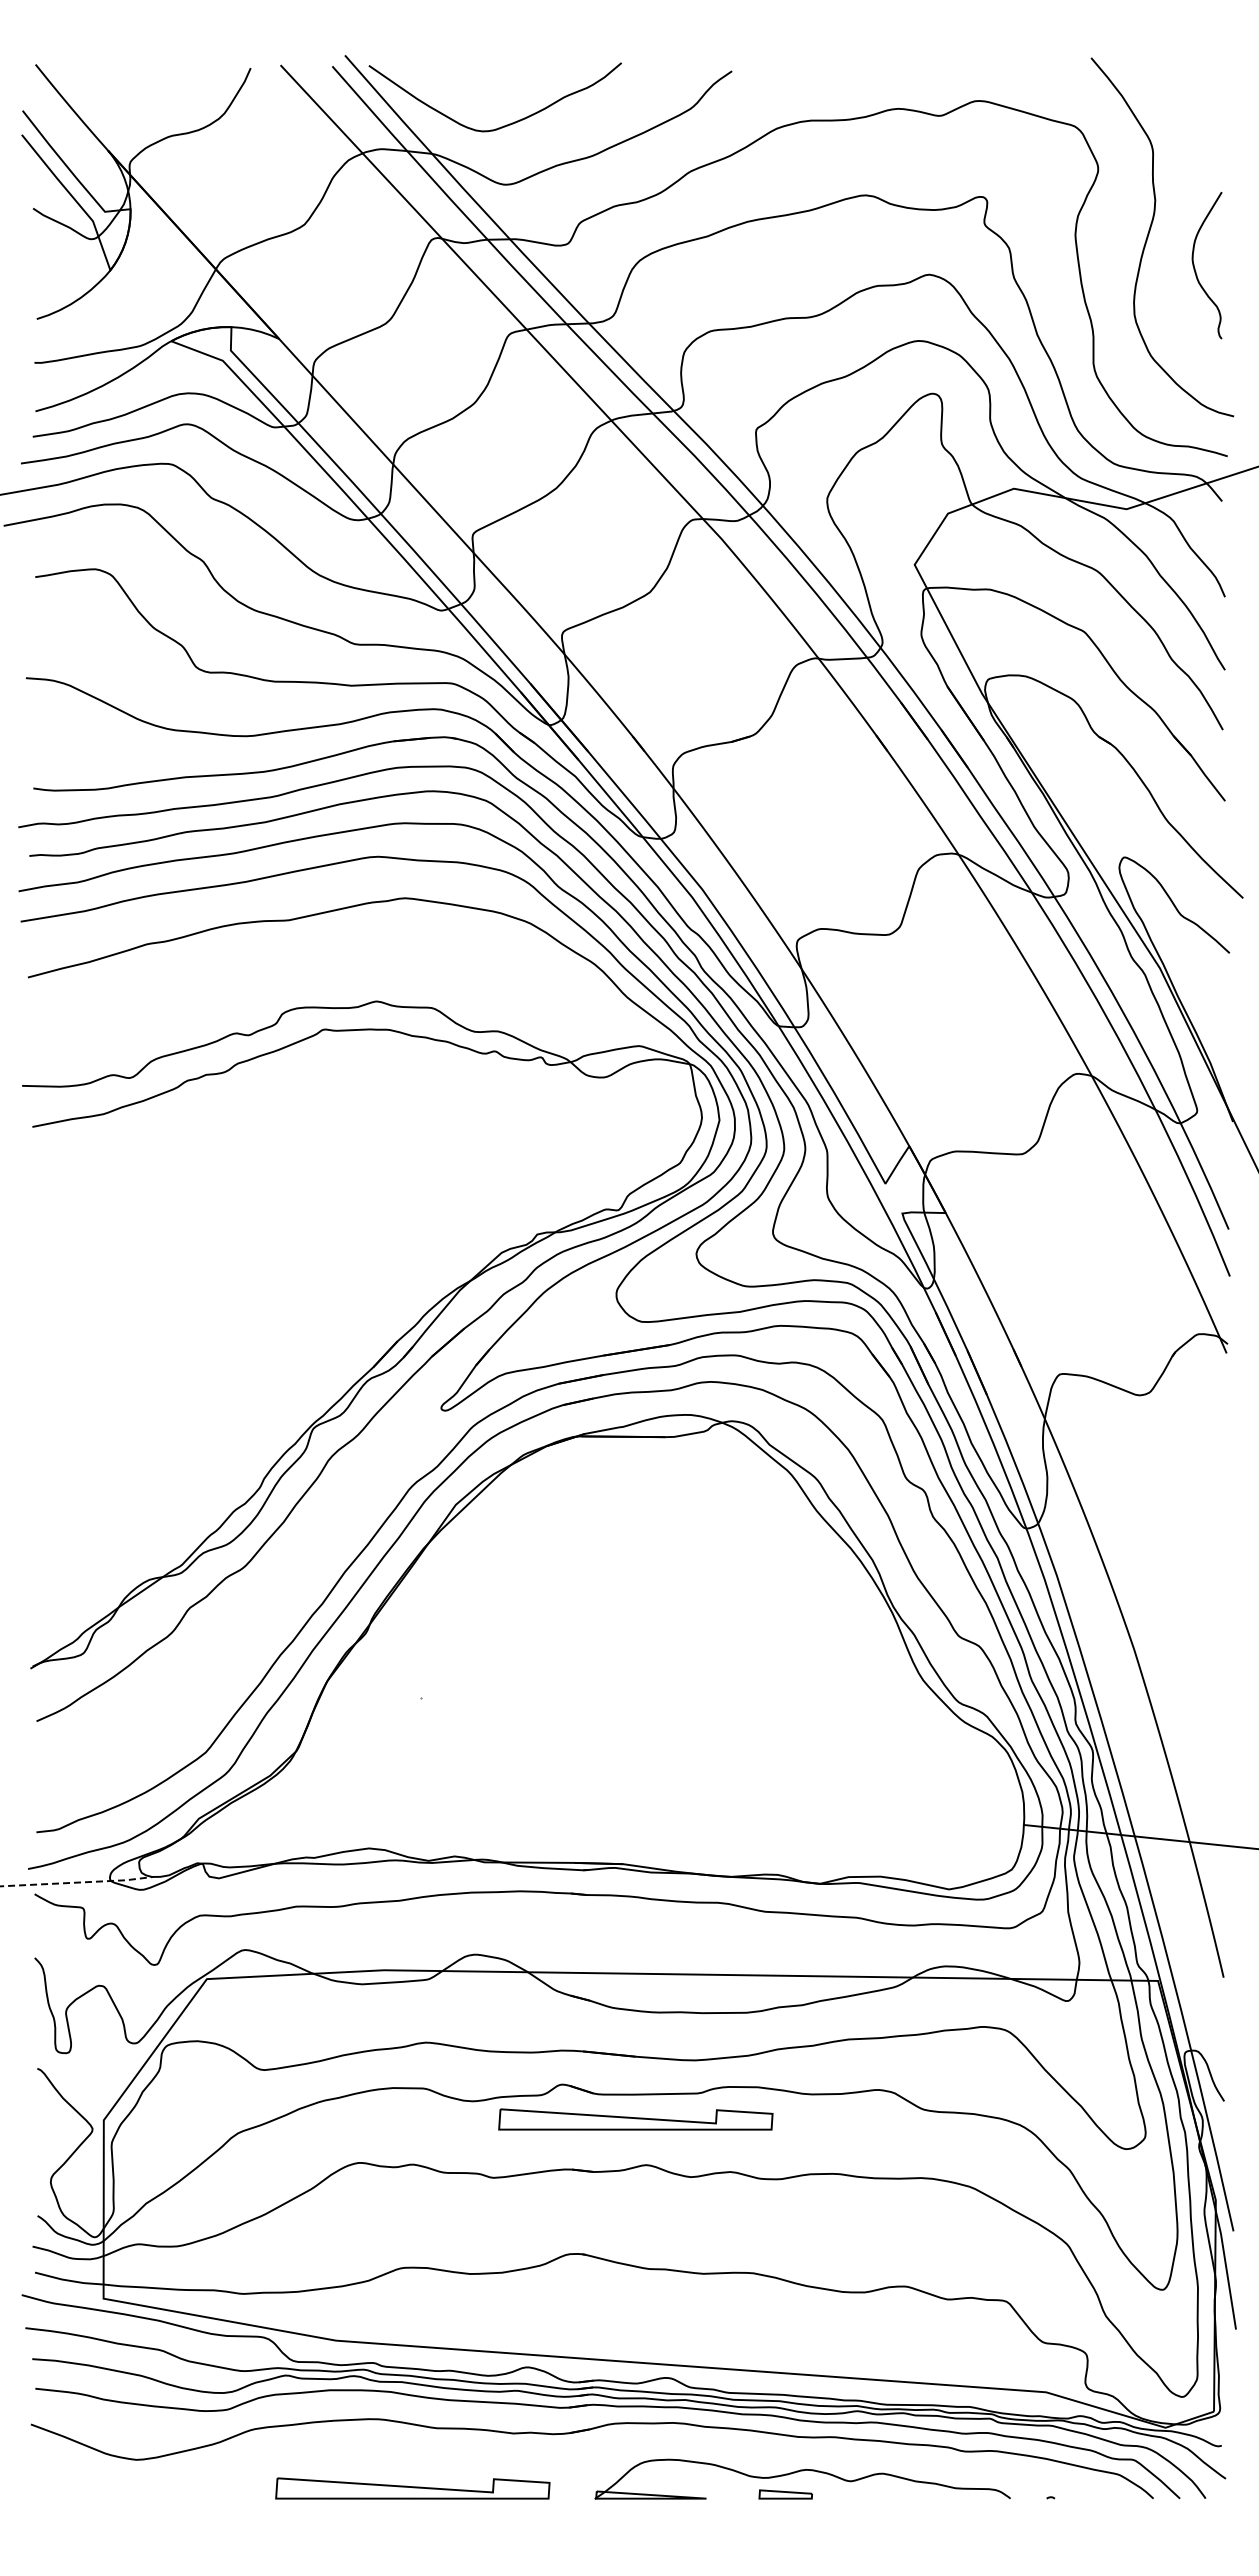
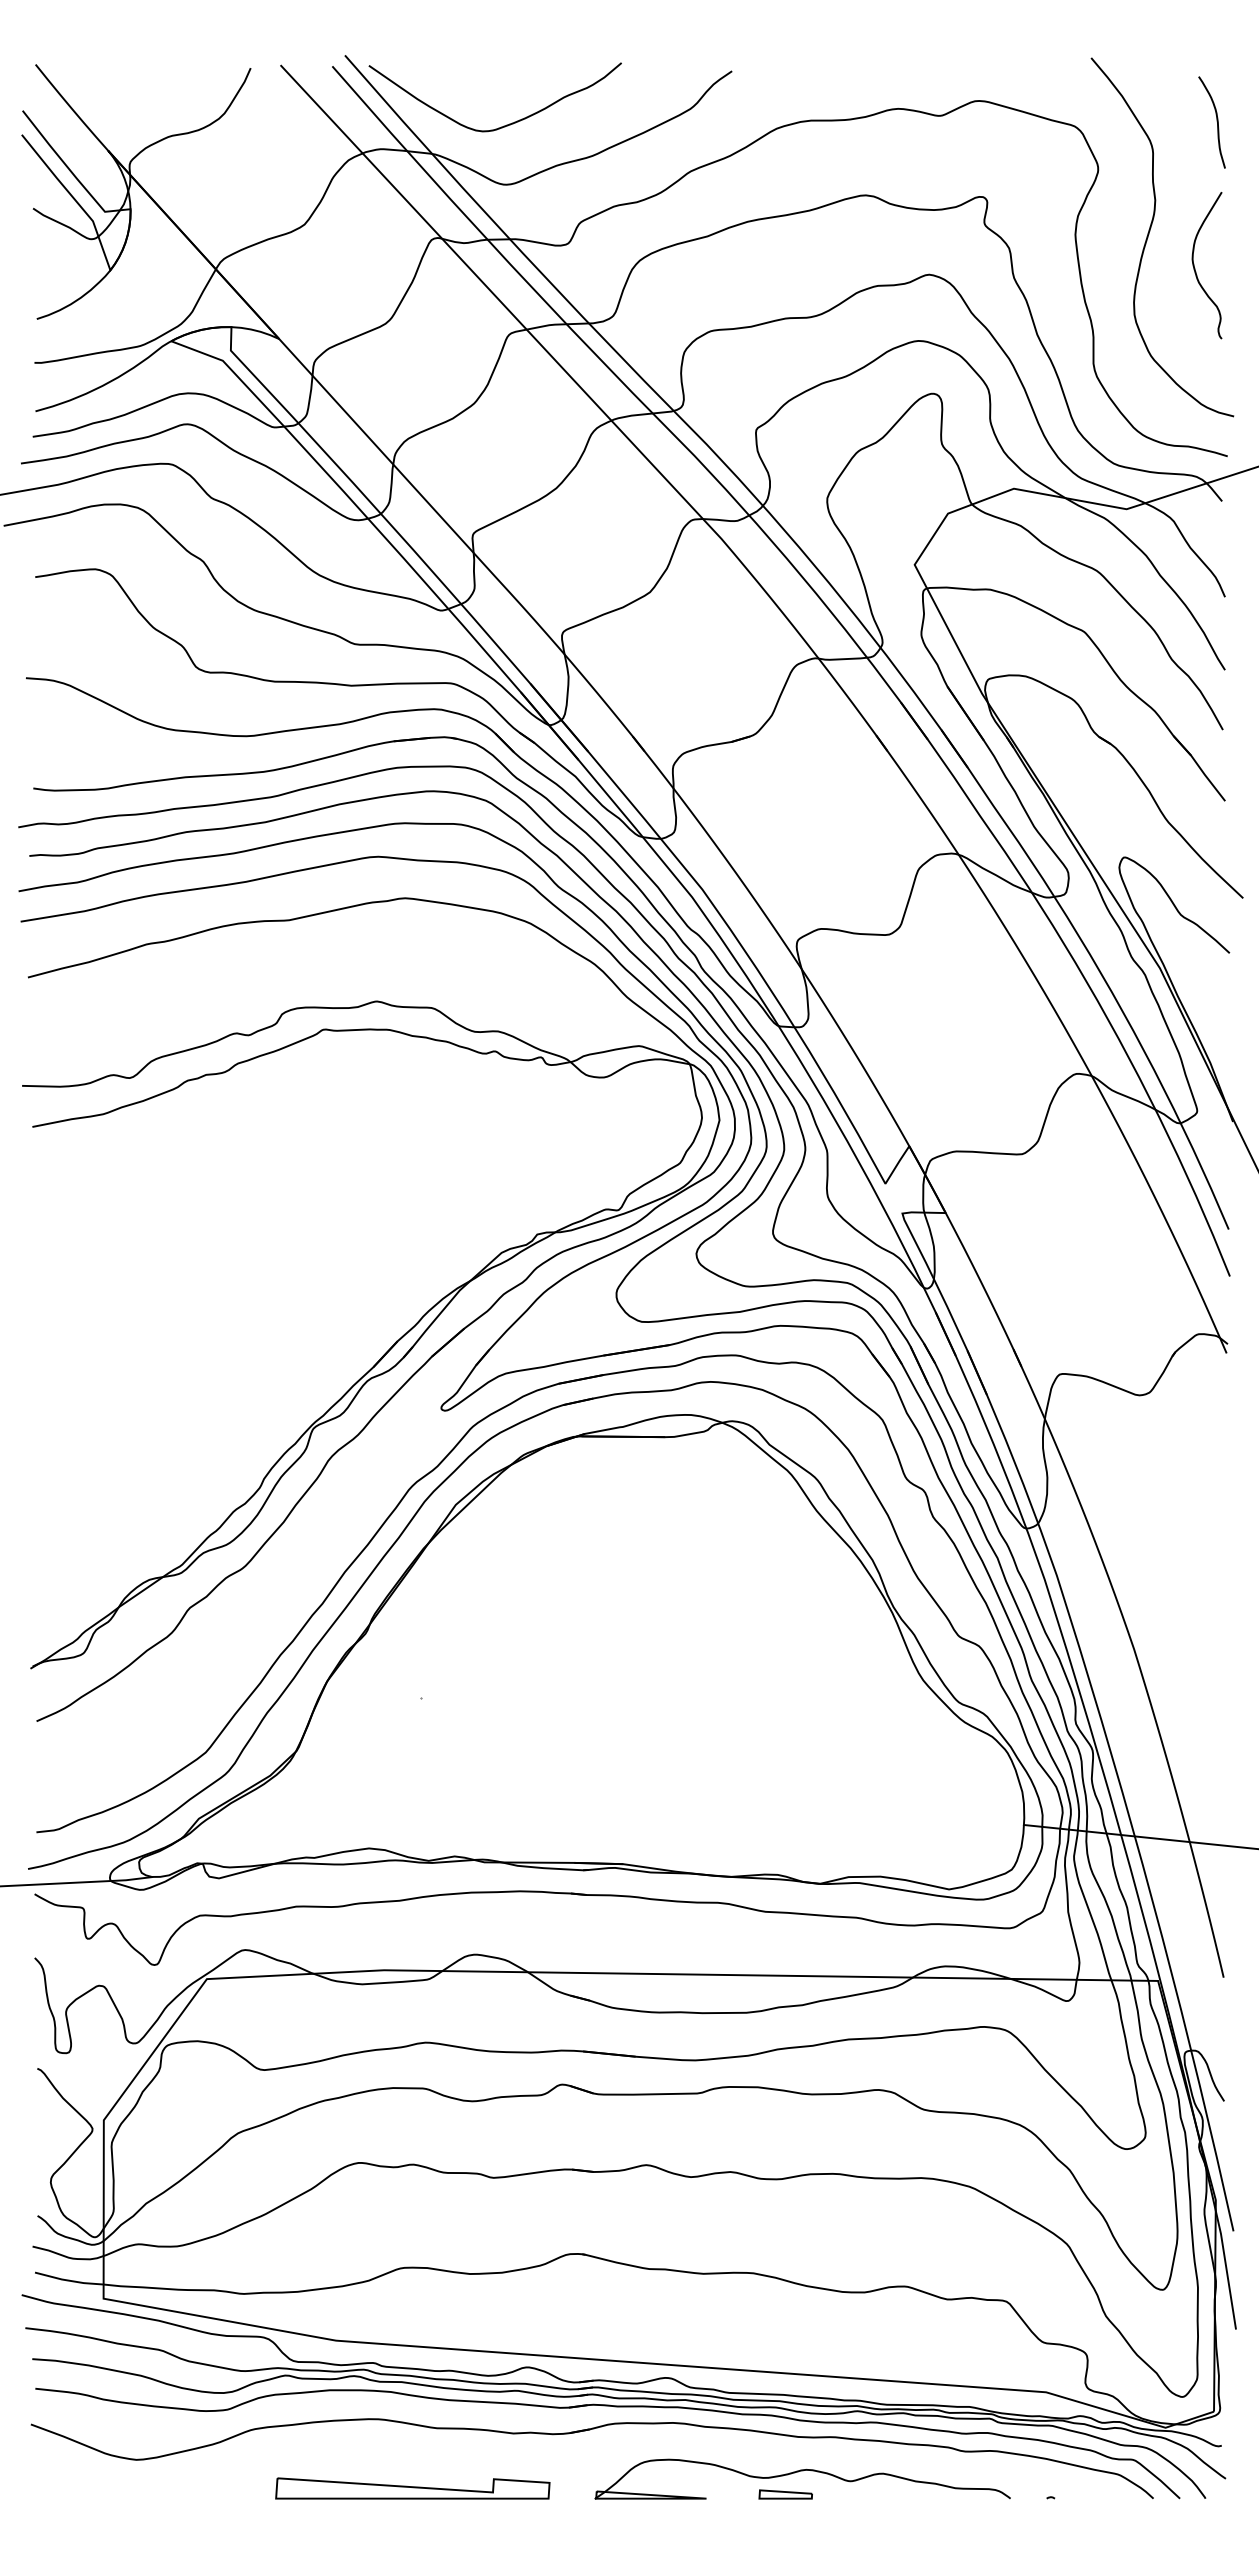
curve at (1216, 121): none -> present
line at (78, 1882): dashed -> solid
part at (635, 2119): present -> none
